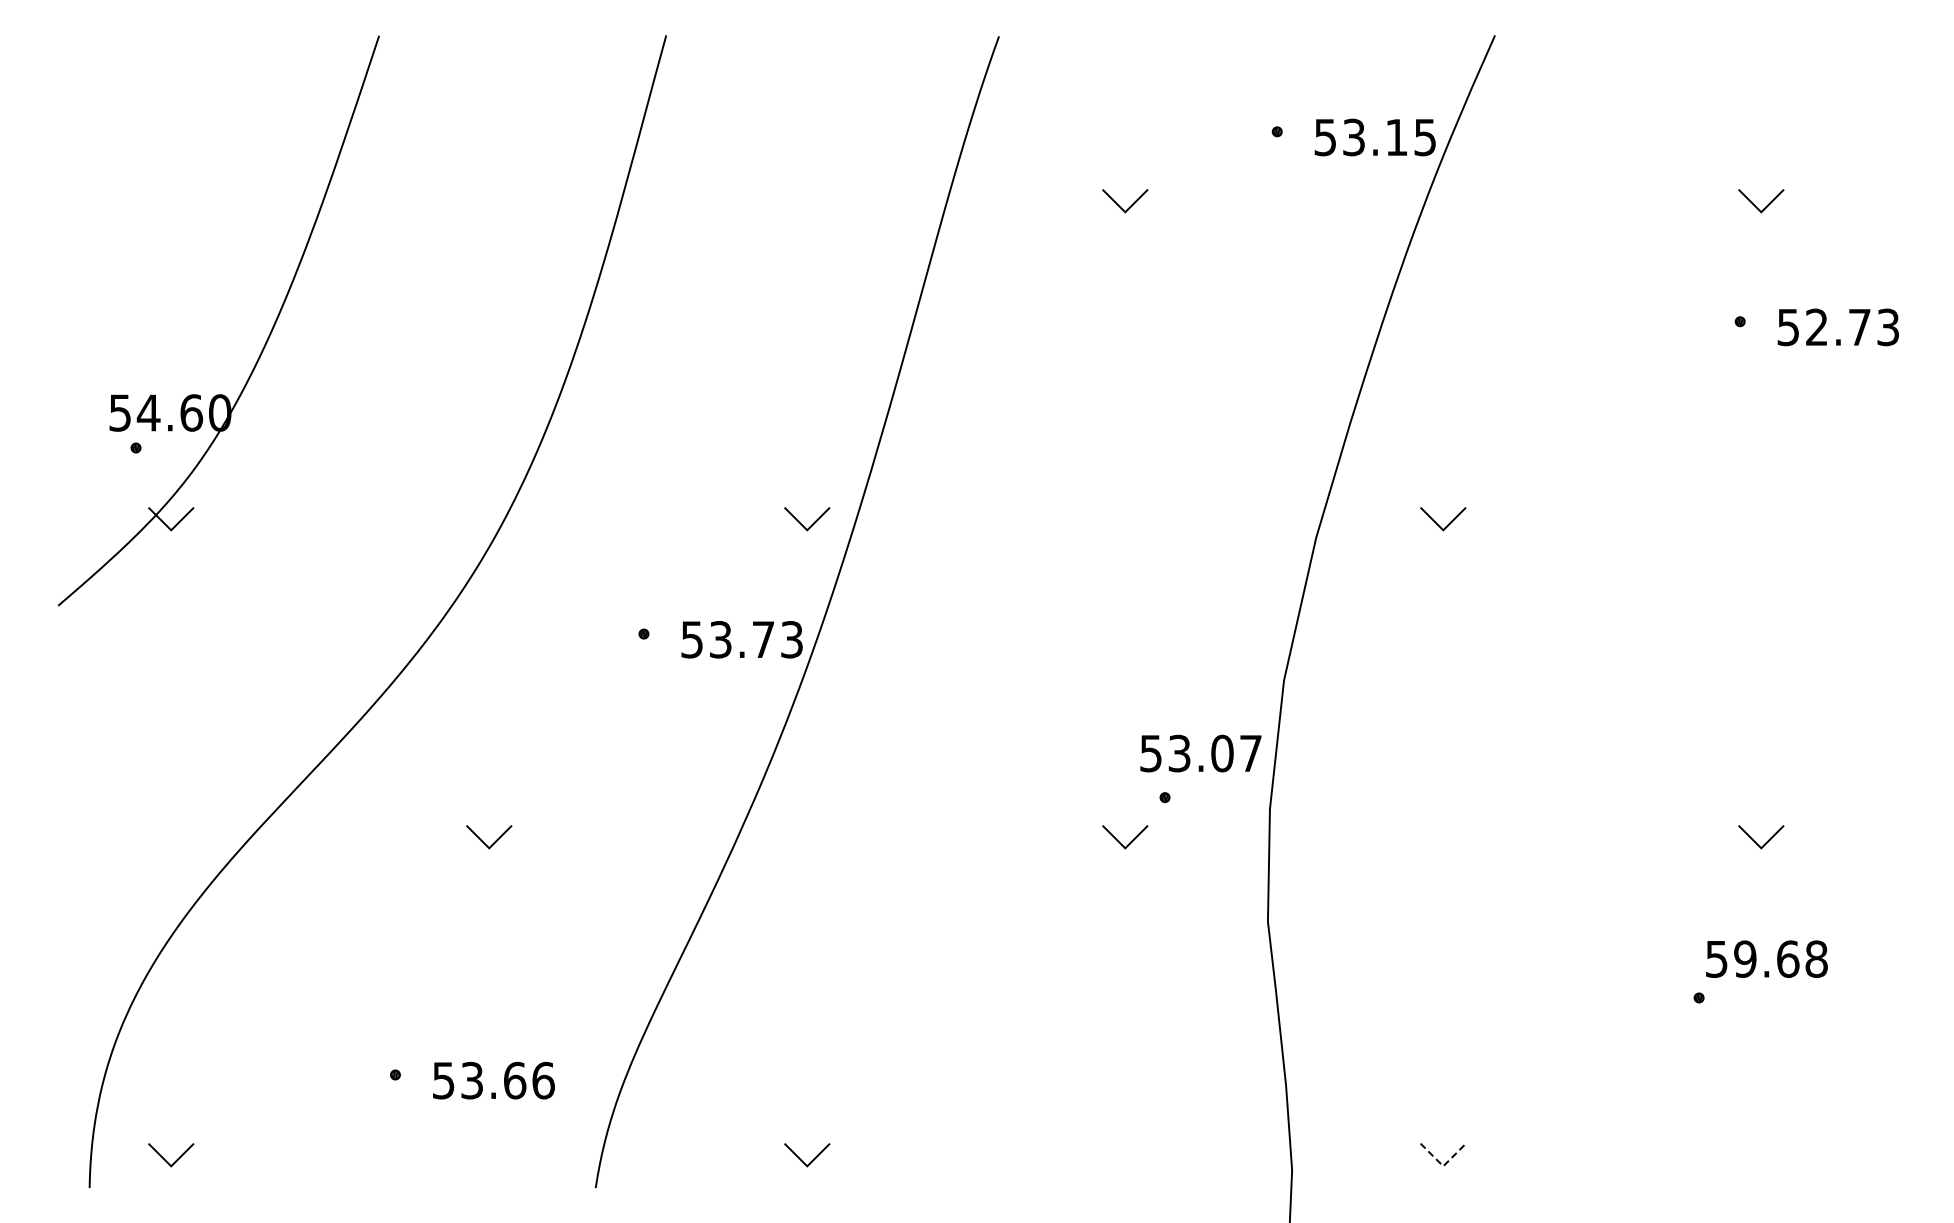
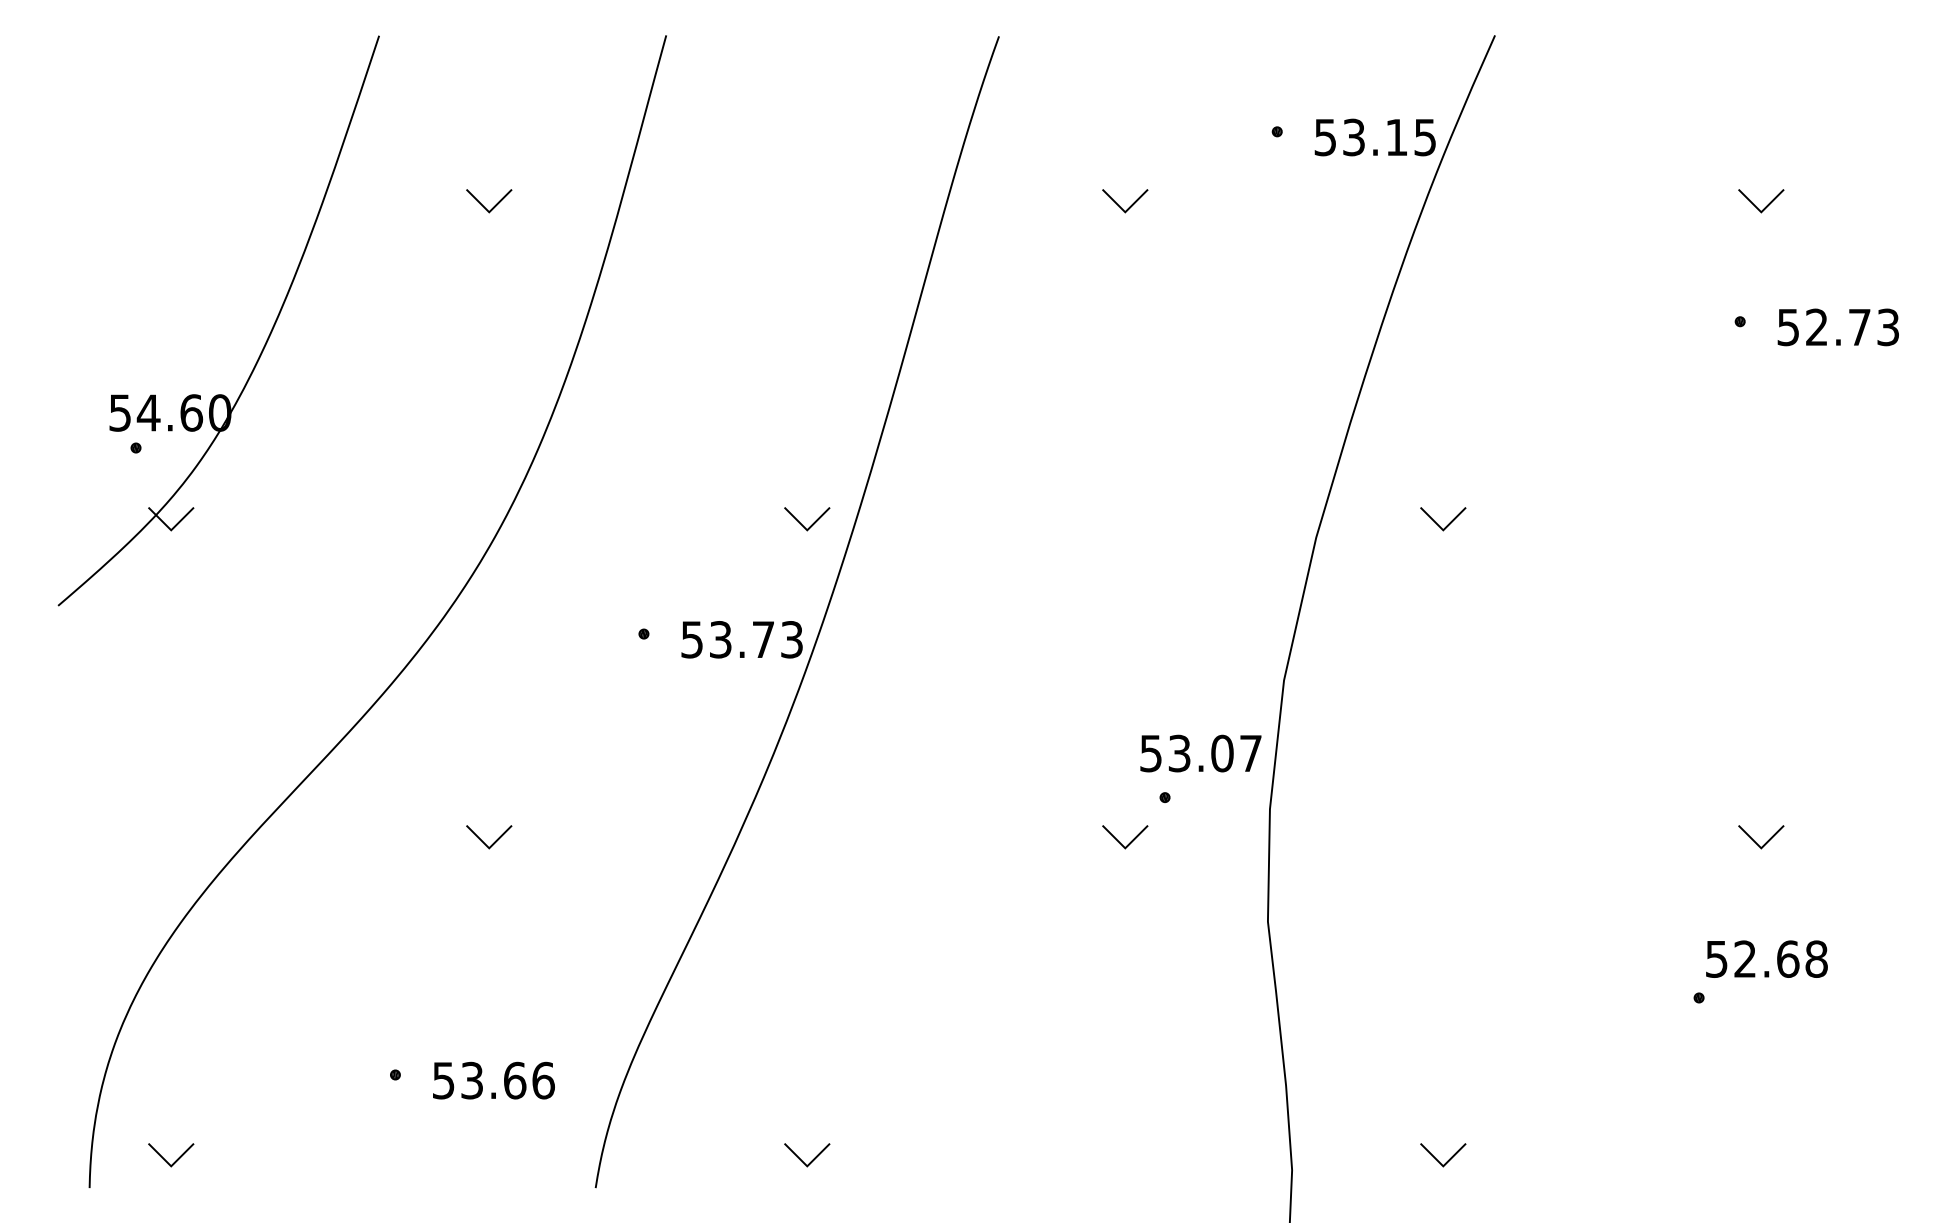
line at (494, 205): none -> present
text at (1745, 958): 59.68 -> 52.68
line at (1443, 1166): dashed -> solid
